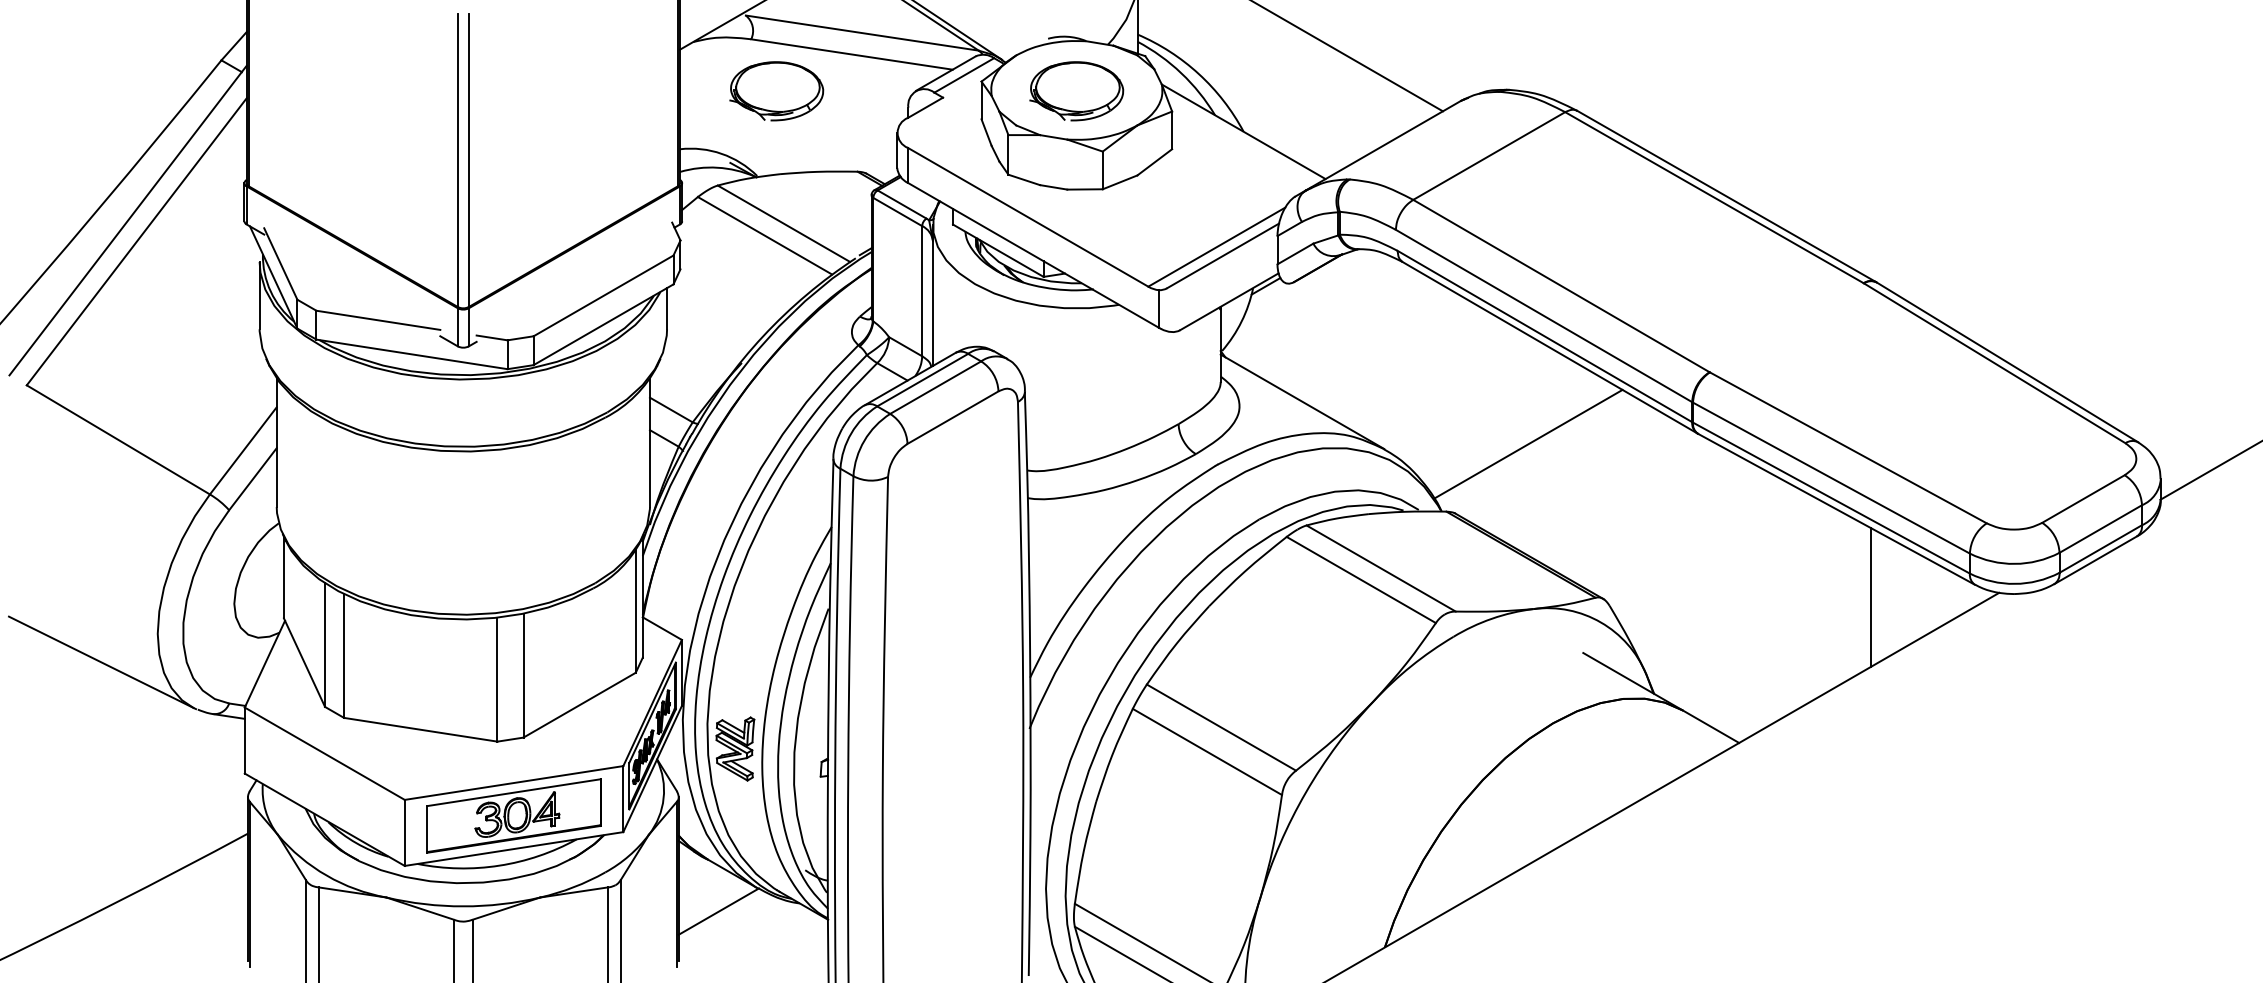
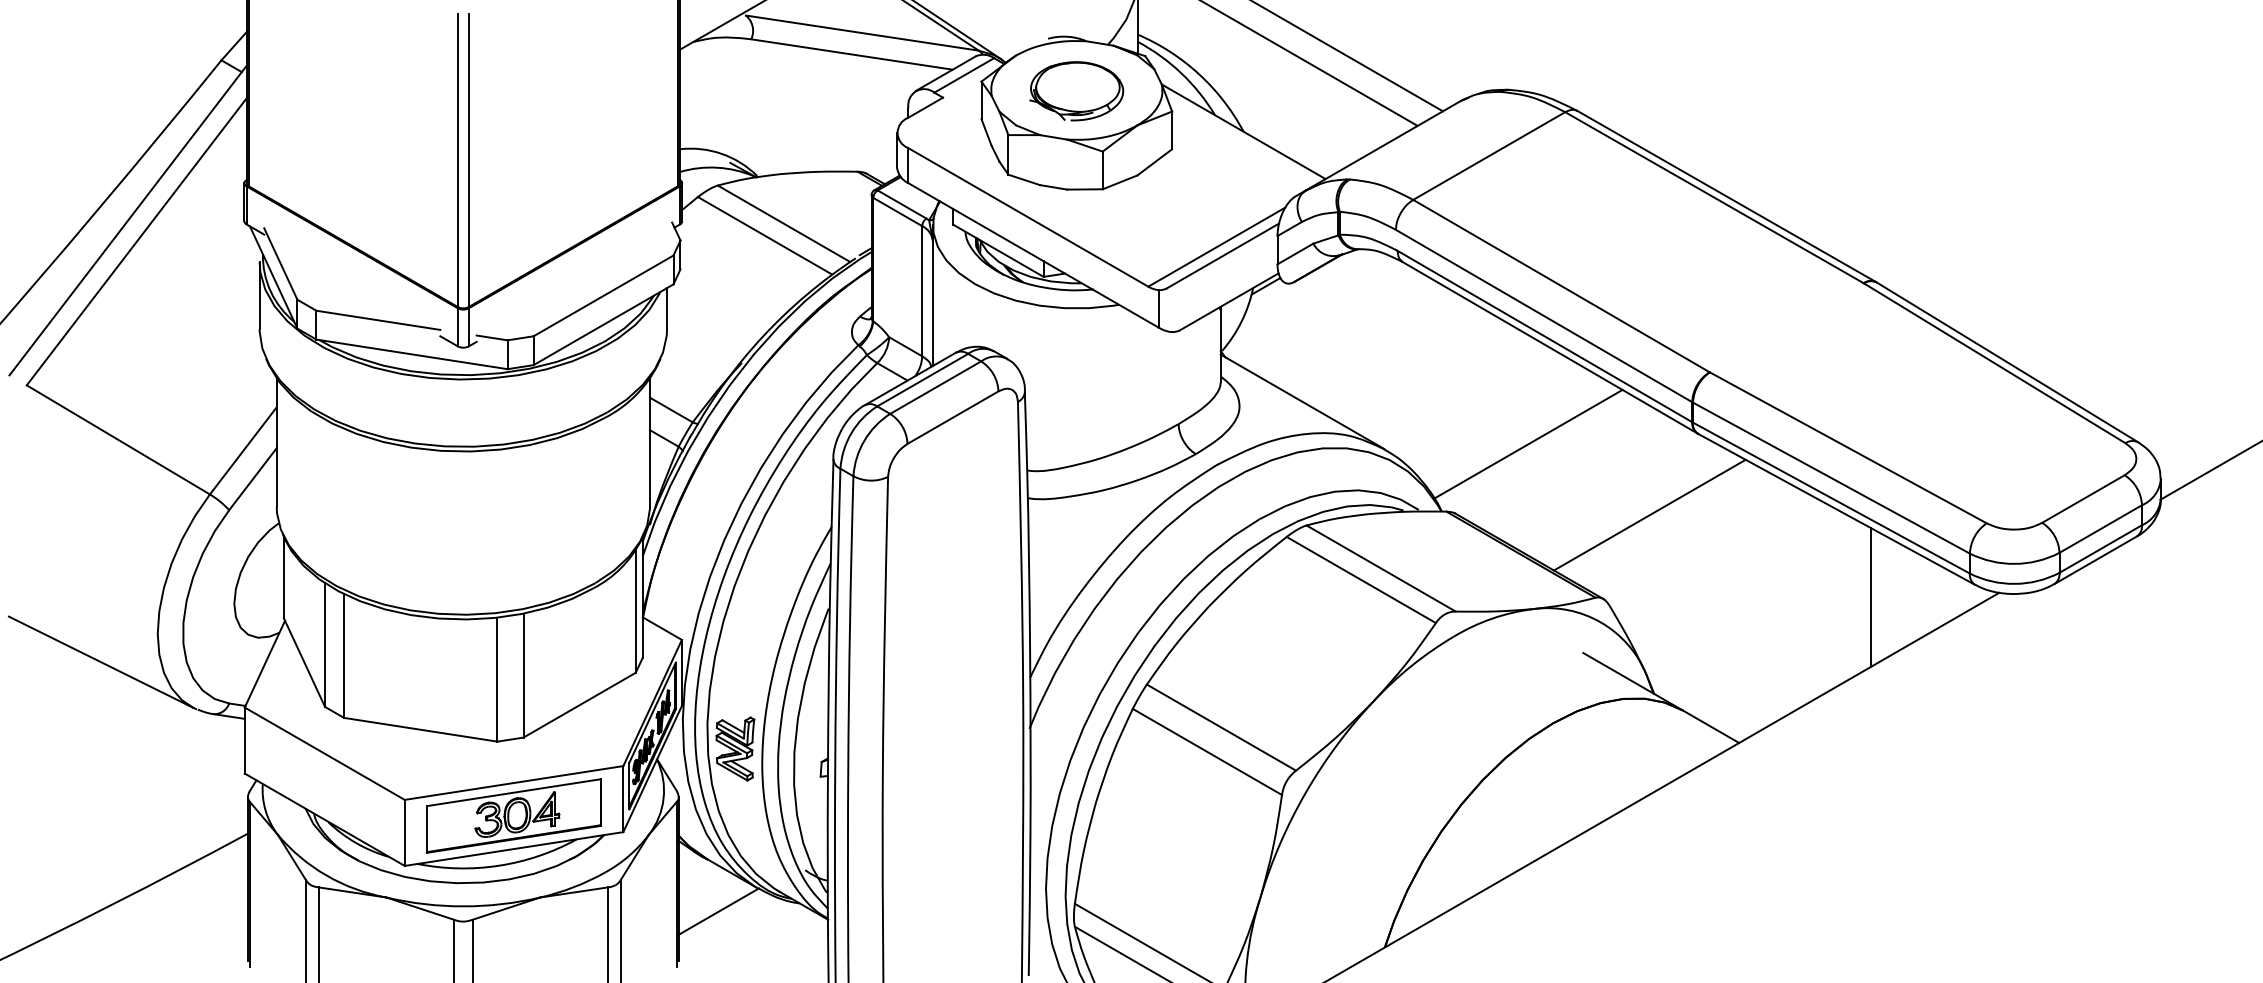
line at (1310, 63): none -> present
part at (776, 91): present -> none
line at (1649, 514): none -> present
